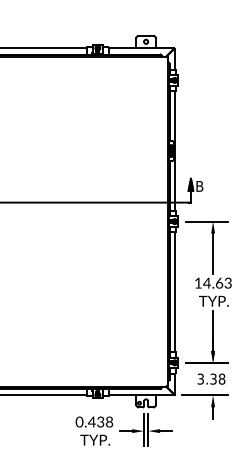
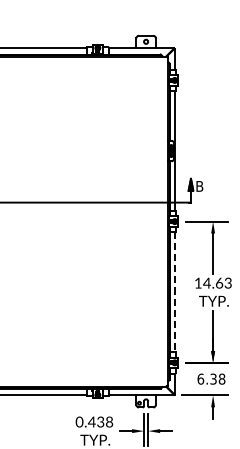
line at (175, 292): solid -> dashed
text at (200, 378): 3.38 -> 6.38
